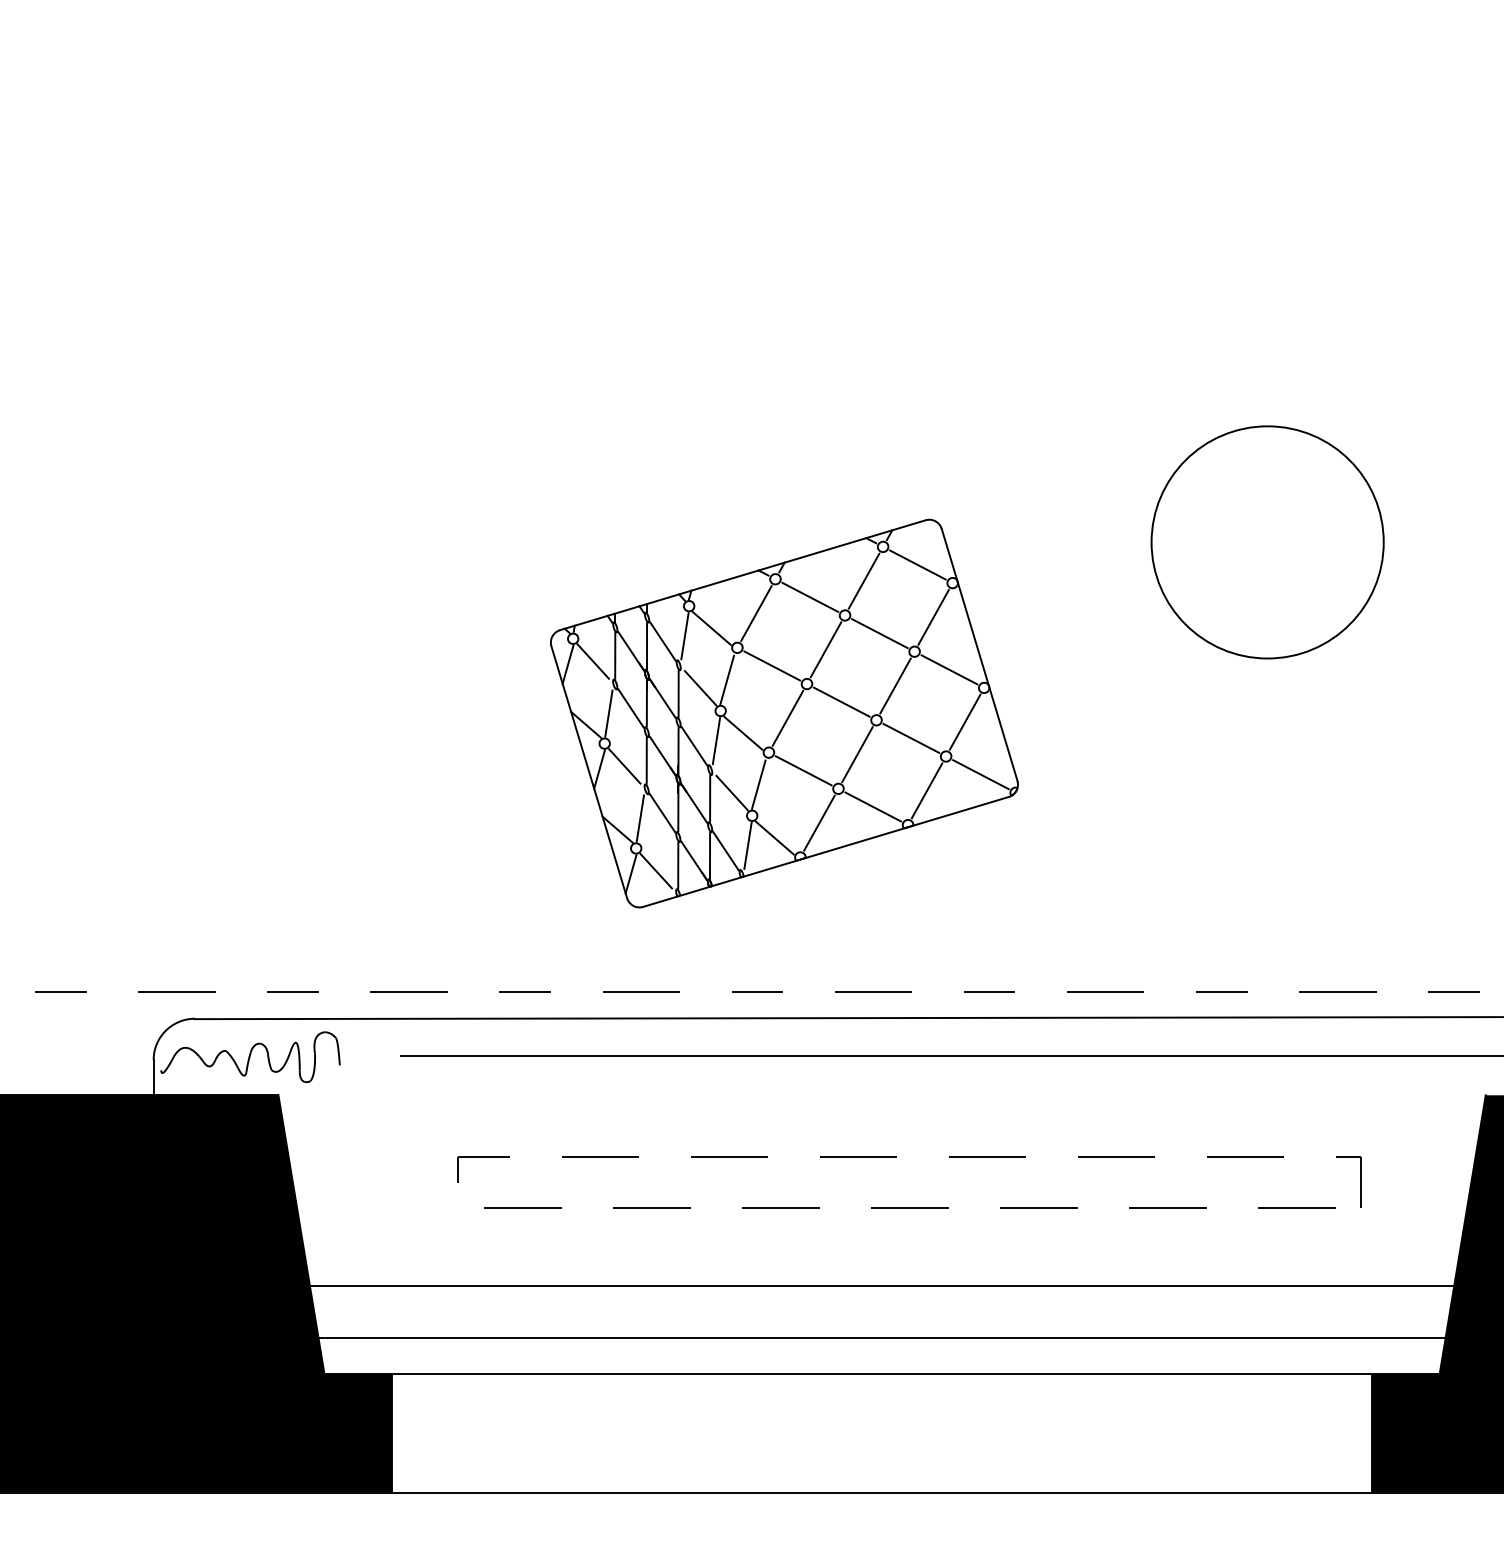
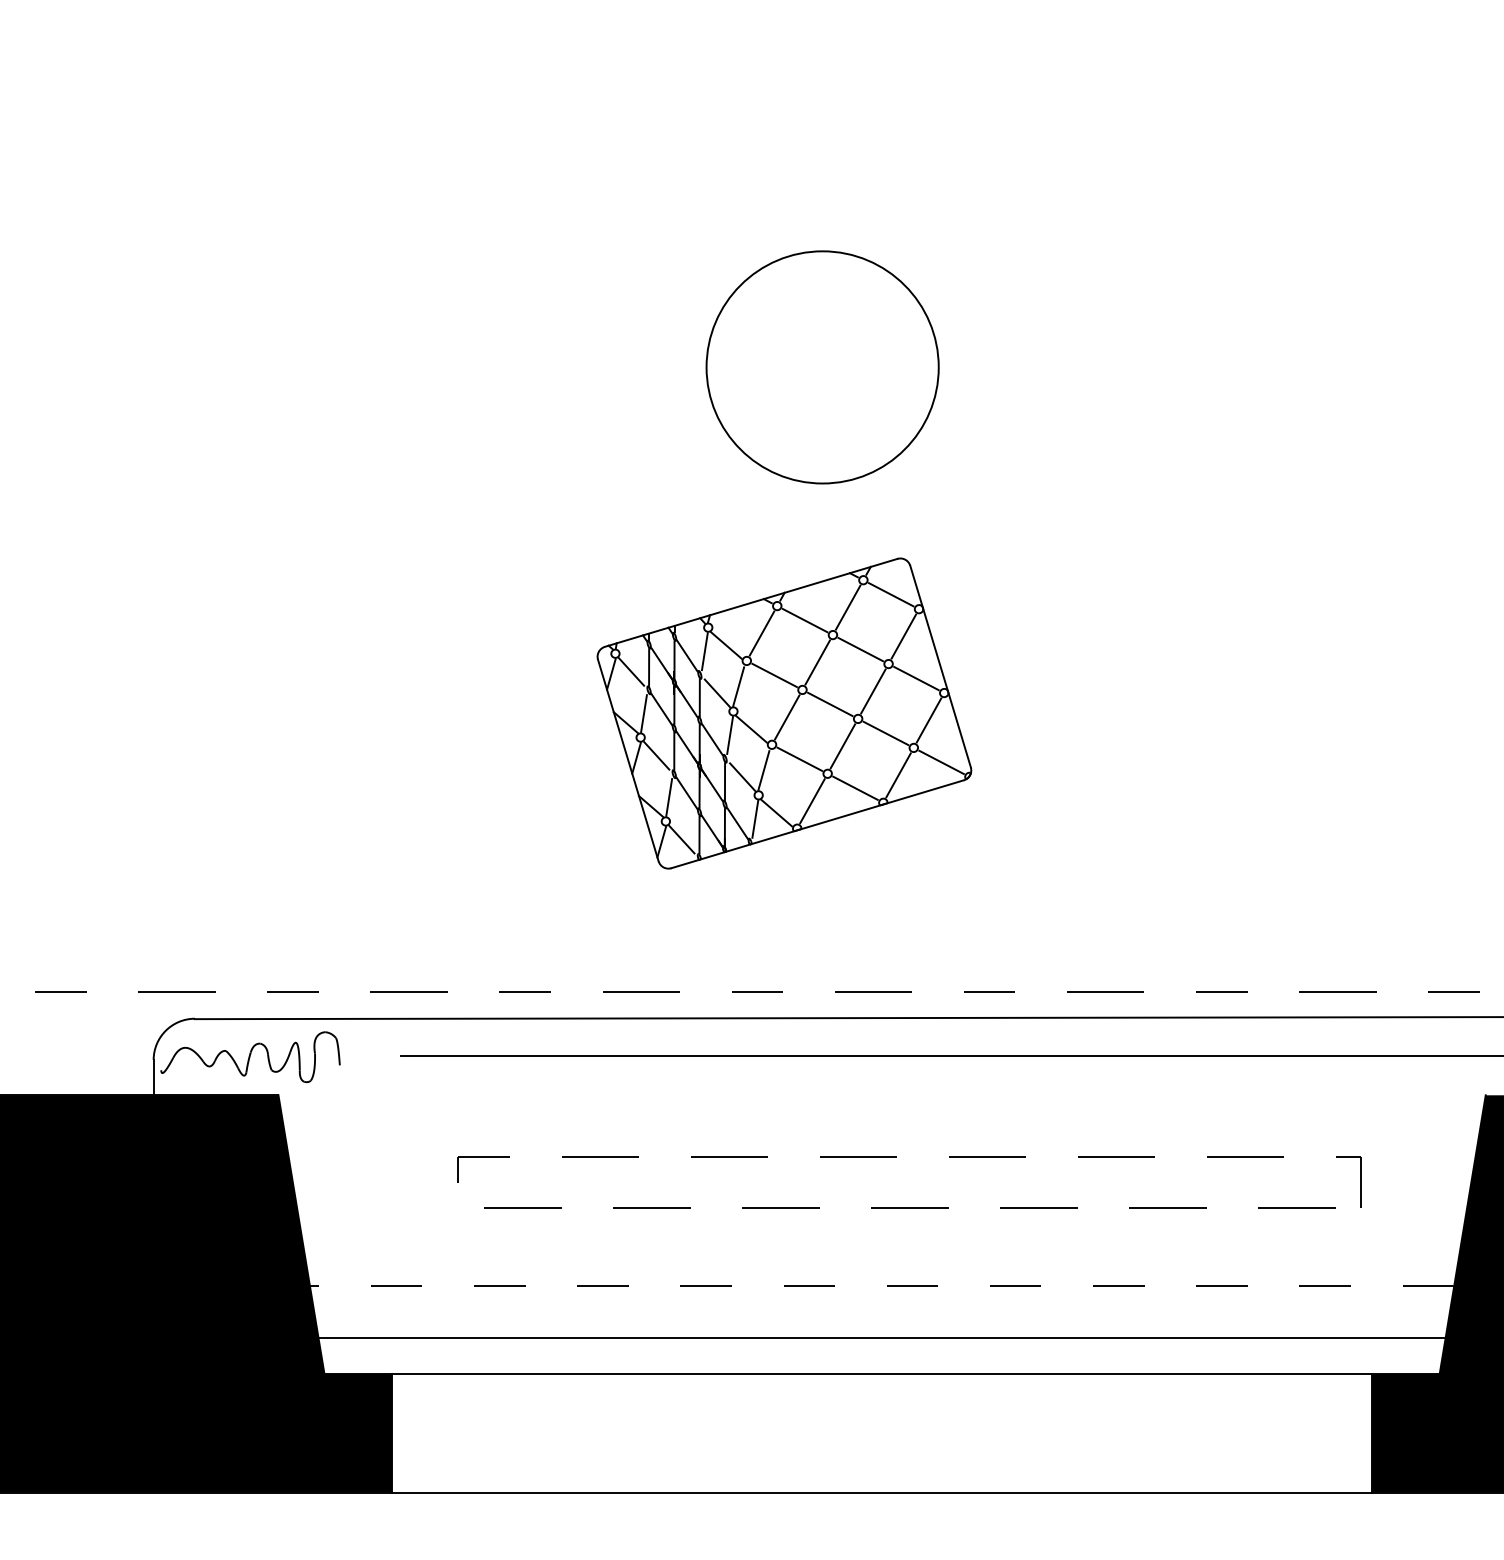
circle at (1267, 542) position: (1267, 542) -> (822, 367)
part at (784, 713) size: 469x391 px -> 377x313 px
line at (881, 1286): solid -> dashed
